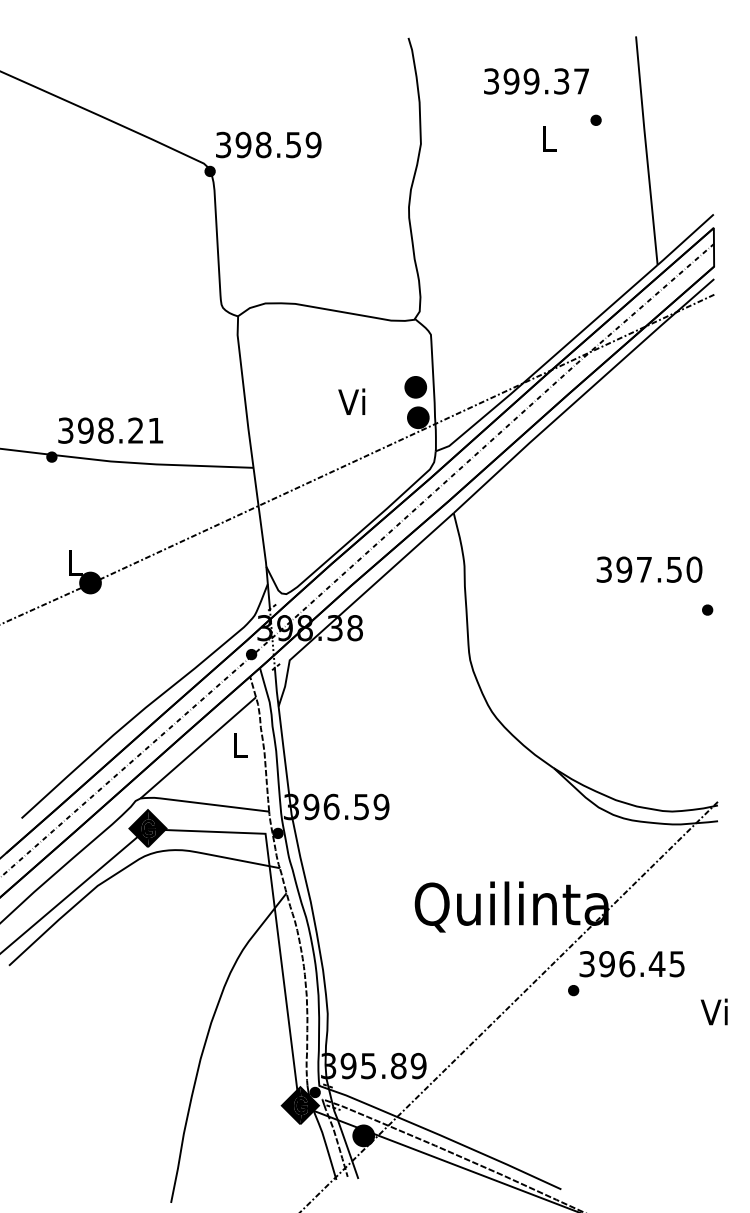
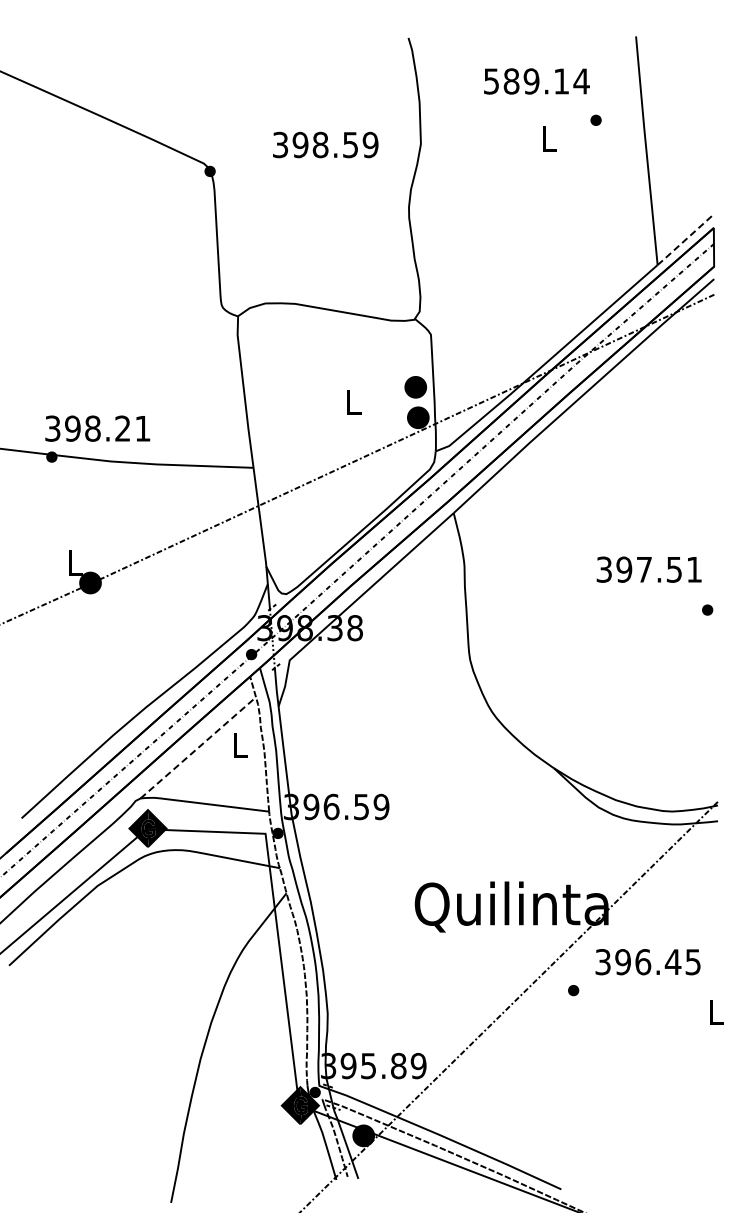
text at (536, 81): 399.37 -> 589.14
text at (268, 144) position: (268, 144) -> (325, 144)
line at (685, 239): solid -> dashed
text at (351, 401): Vi -> L
text at (110, 430) position: (110, 430) -> (97, 428)
text at (694, 569): 397.50 -> 397.51
line at (198, 747): solid -> dashed
text at (631, 964) position: (631, 964) -> (647, 962)
text at (713, 1011): Vi -> L
